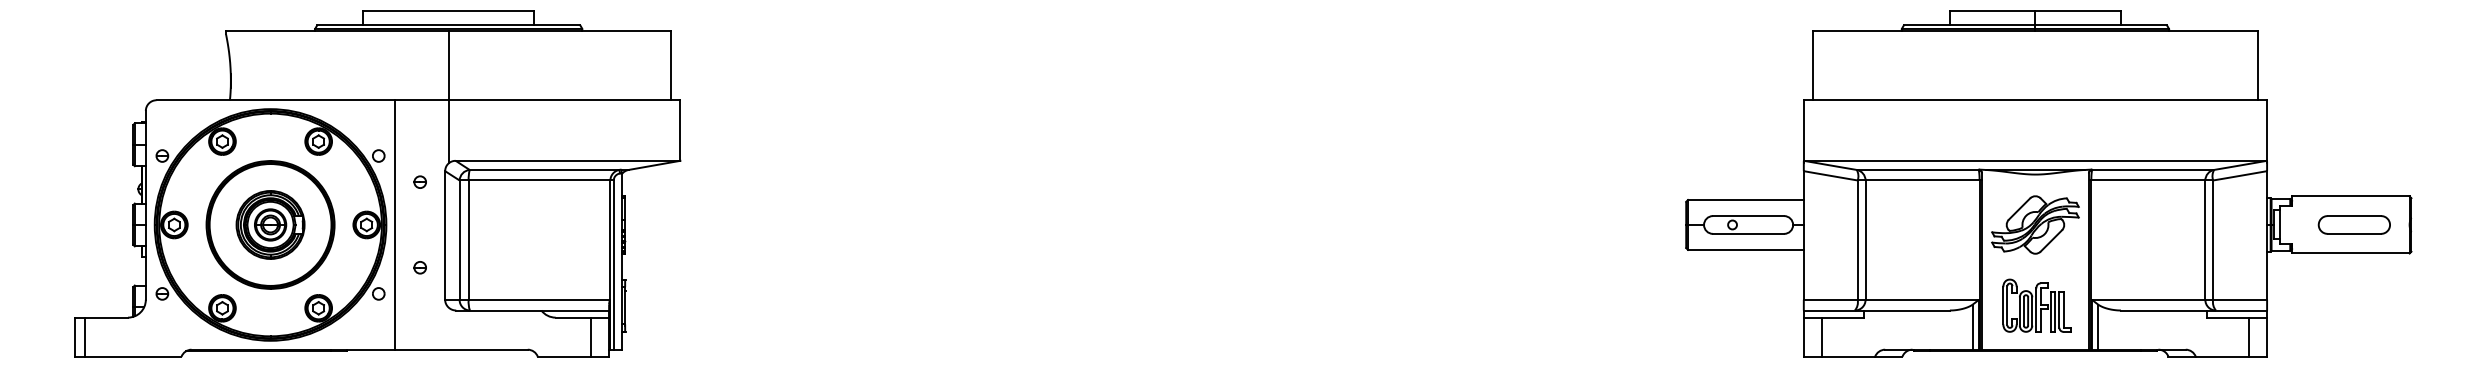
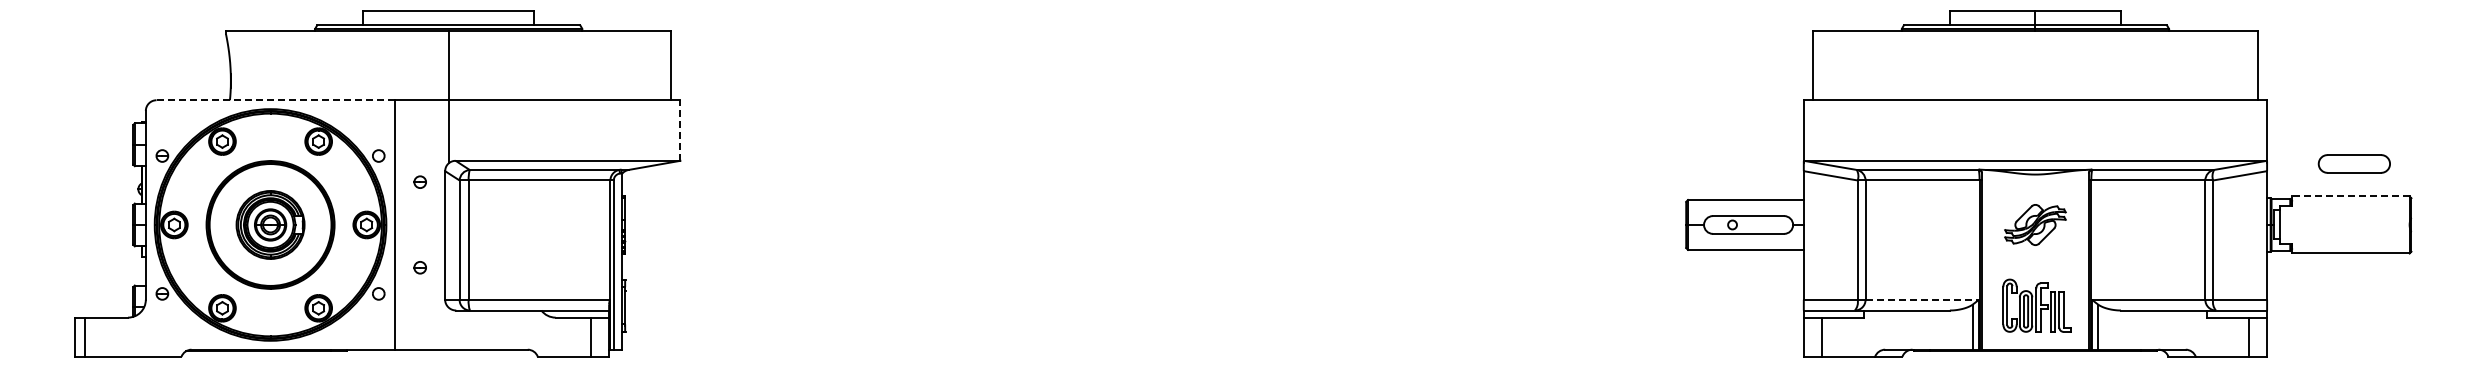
line at (276, 100): solid -> dashed
line at (680, 130): solid -> dashed
line at (2350, 196): solid -> dashed
part at (2035, 224) size: 89x60 px -> 63x42 px
part at (2353, 224) position: (2353, 224) -> (2353, 163)
line at (1922, 299): solid -> dashed
